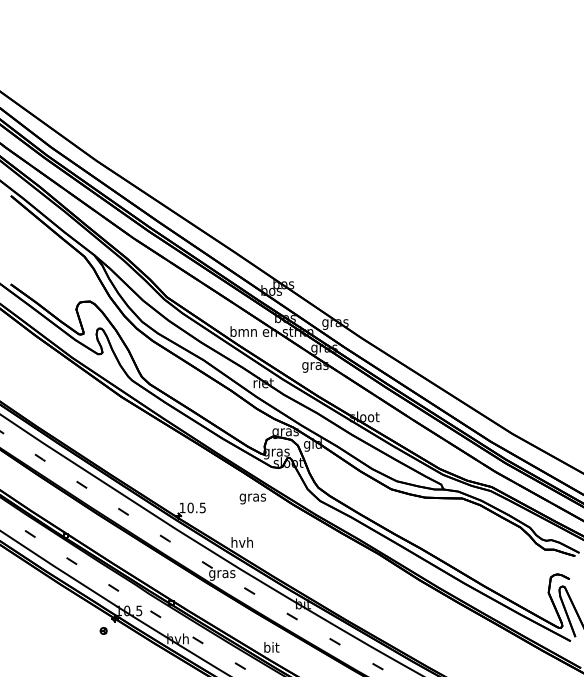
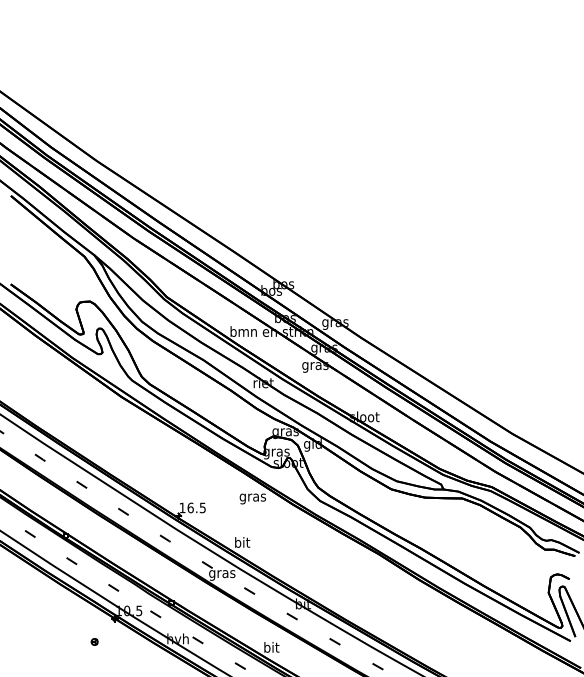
text at (190, 507): 10.5 -> 16.5
text at (241, 542): hvh -> bit
part at (103, 630) position: (103, 630) -> (94, 641)
